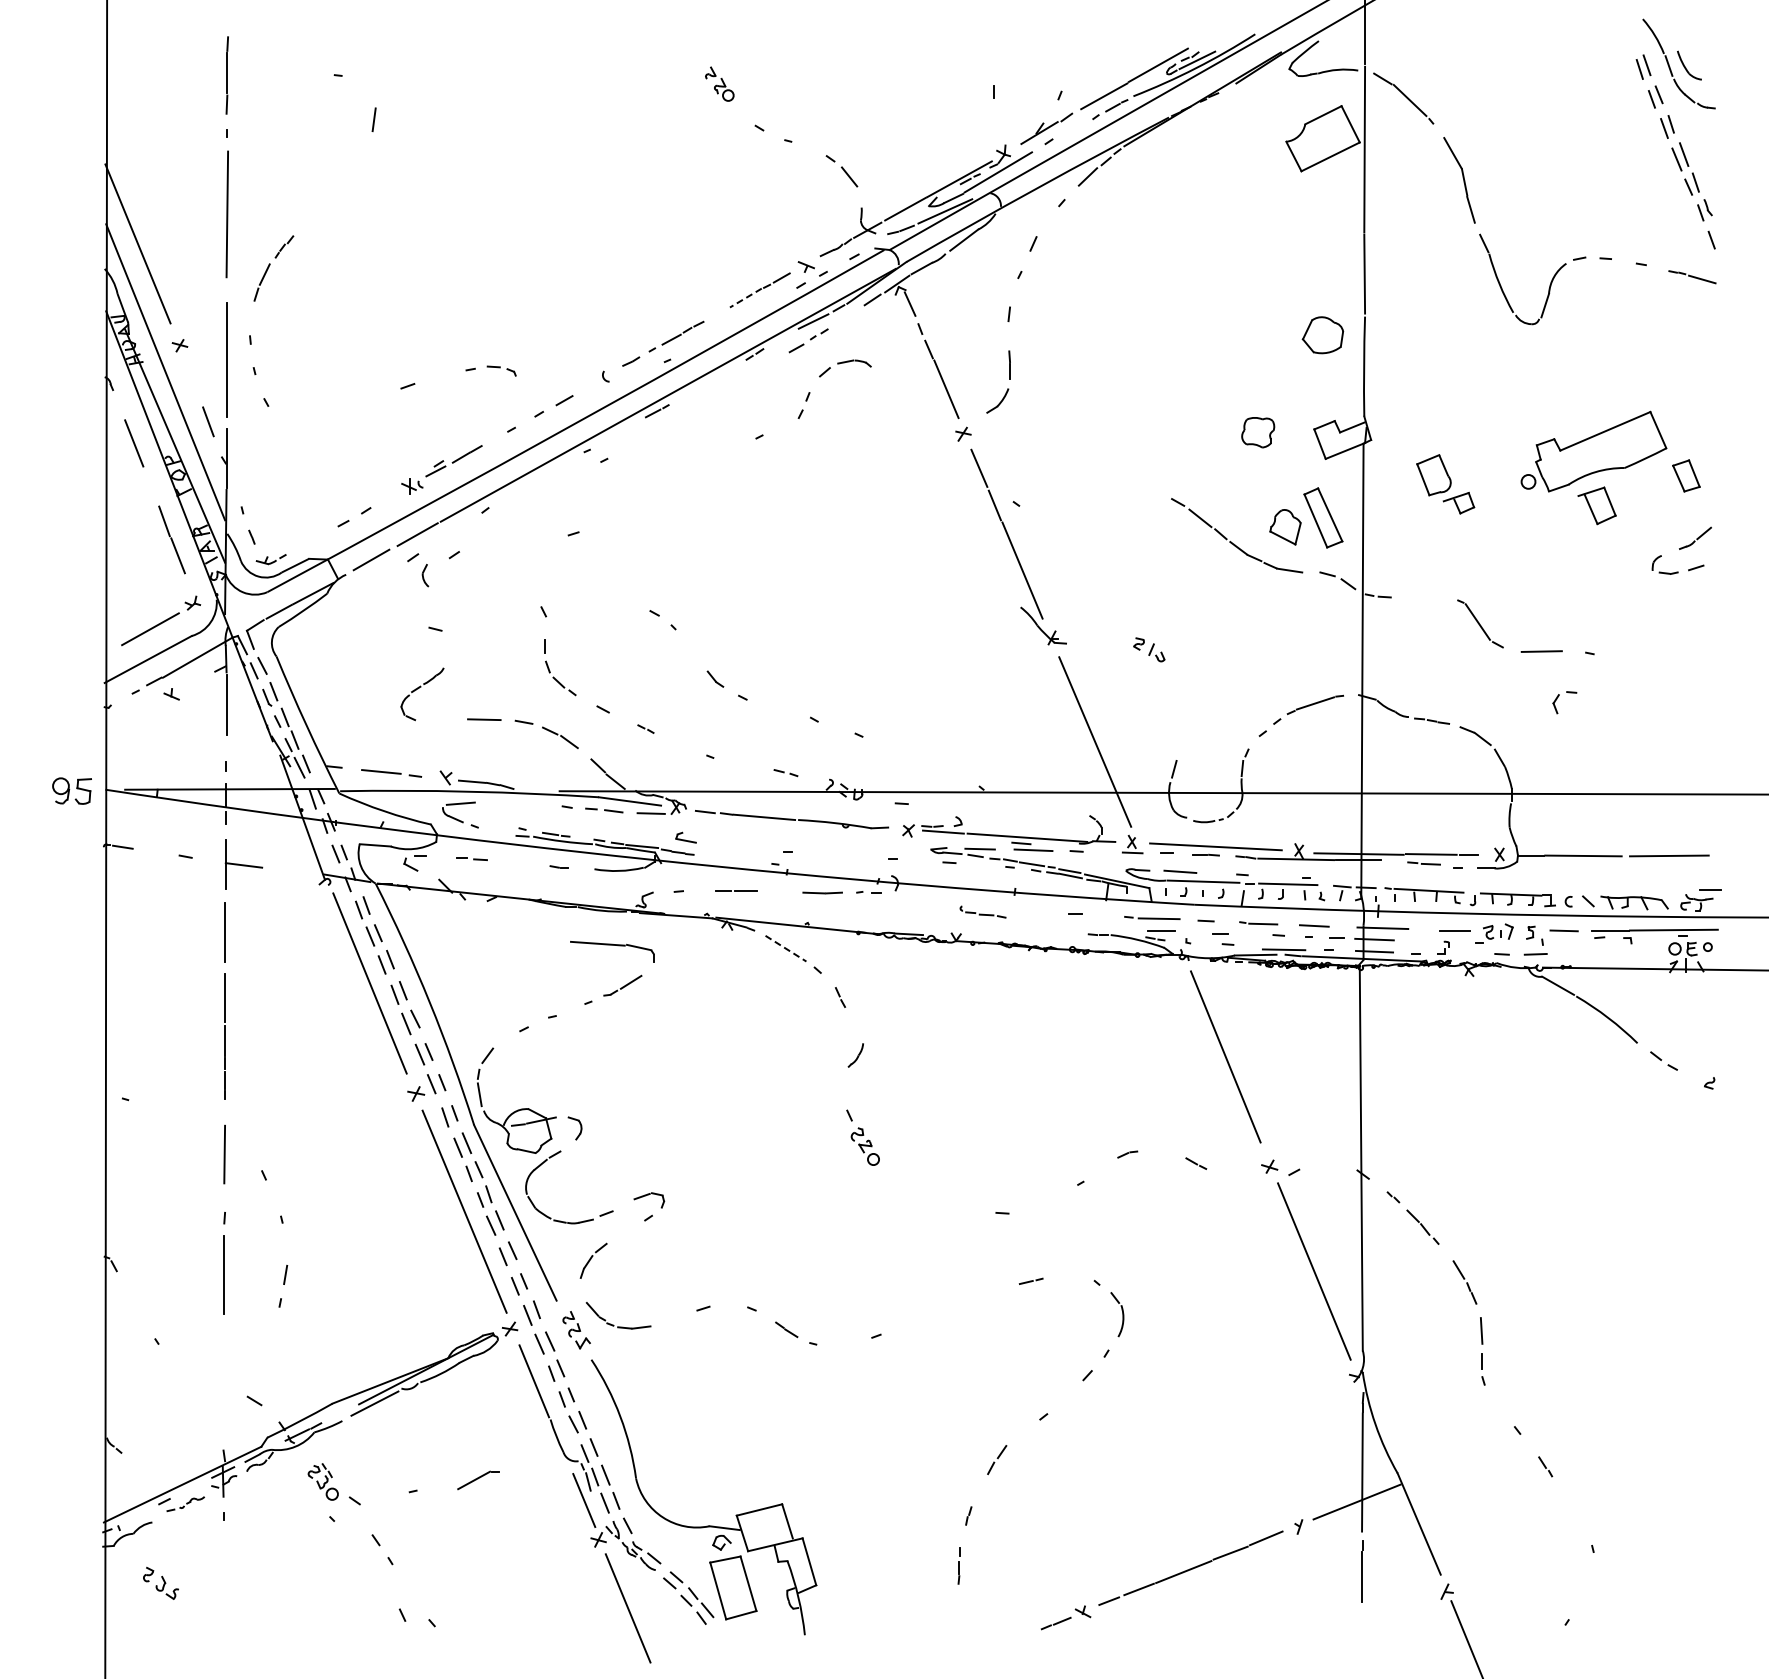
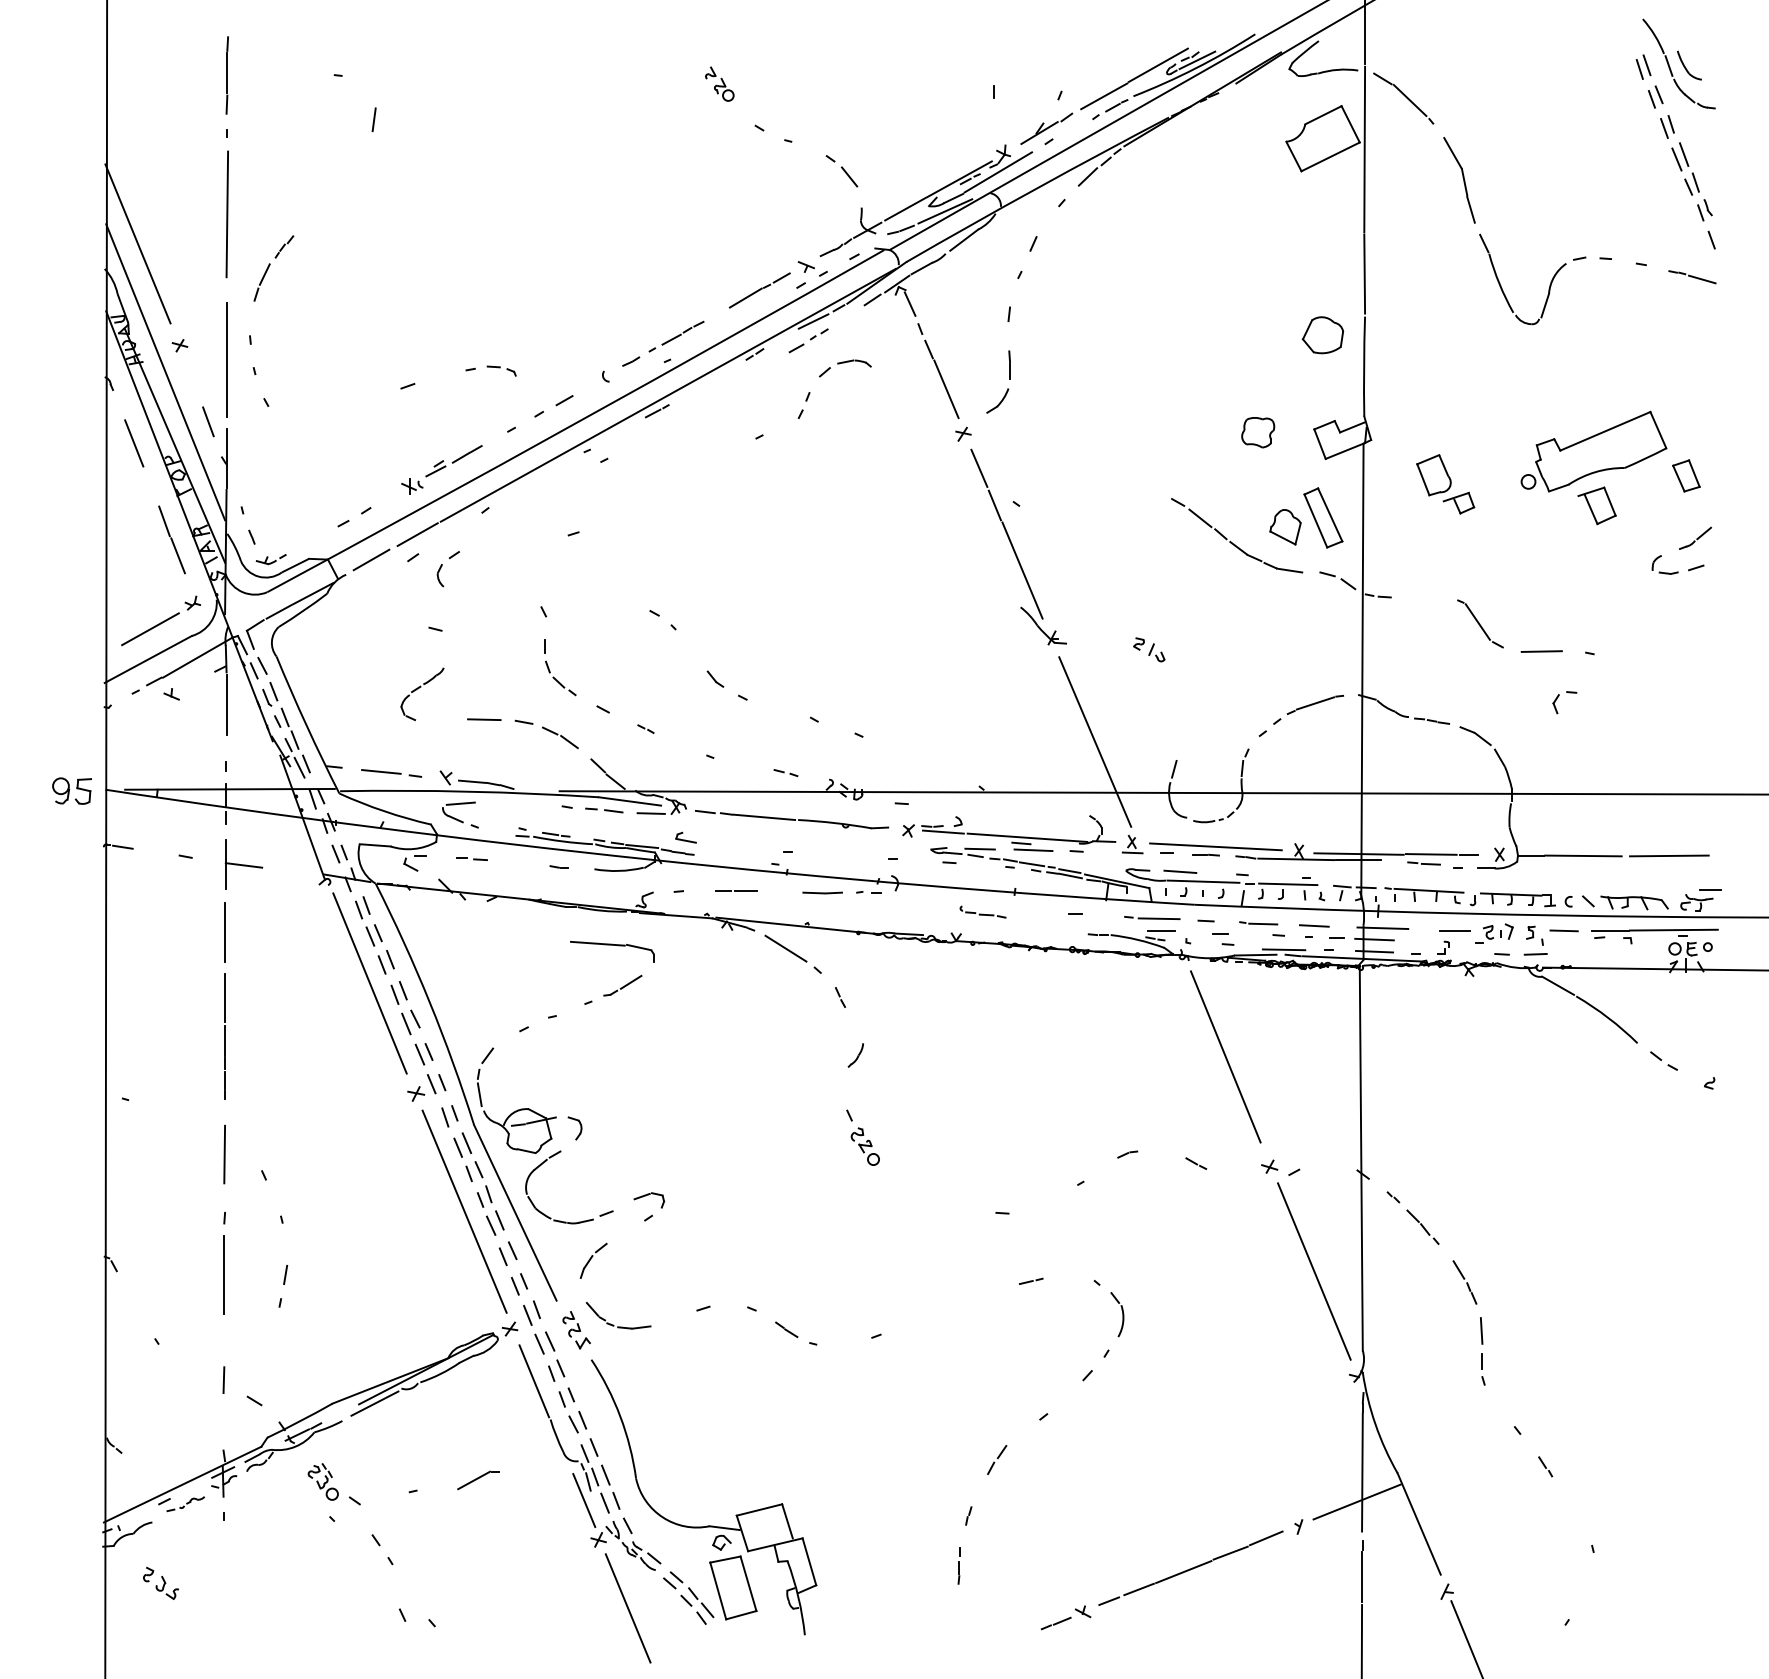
line at (745, 298): dashed -> solid
part at (425, 575) position: (425, 575) -> (440, 575)
line at (786, 948): dashed -> solid
line at (223, 1379): none -> present
line at (1361, 1639): none -> present
